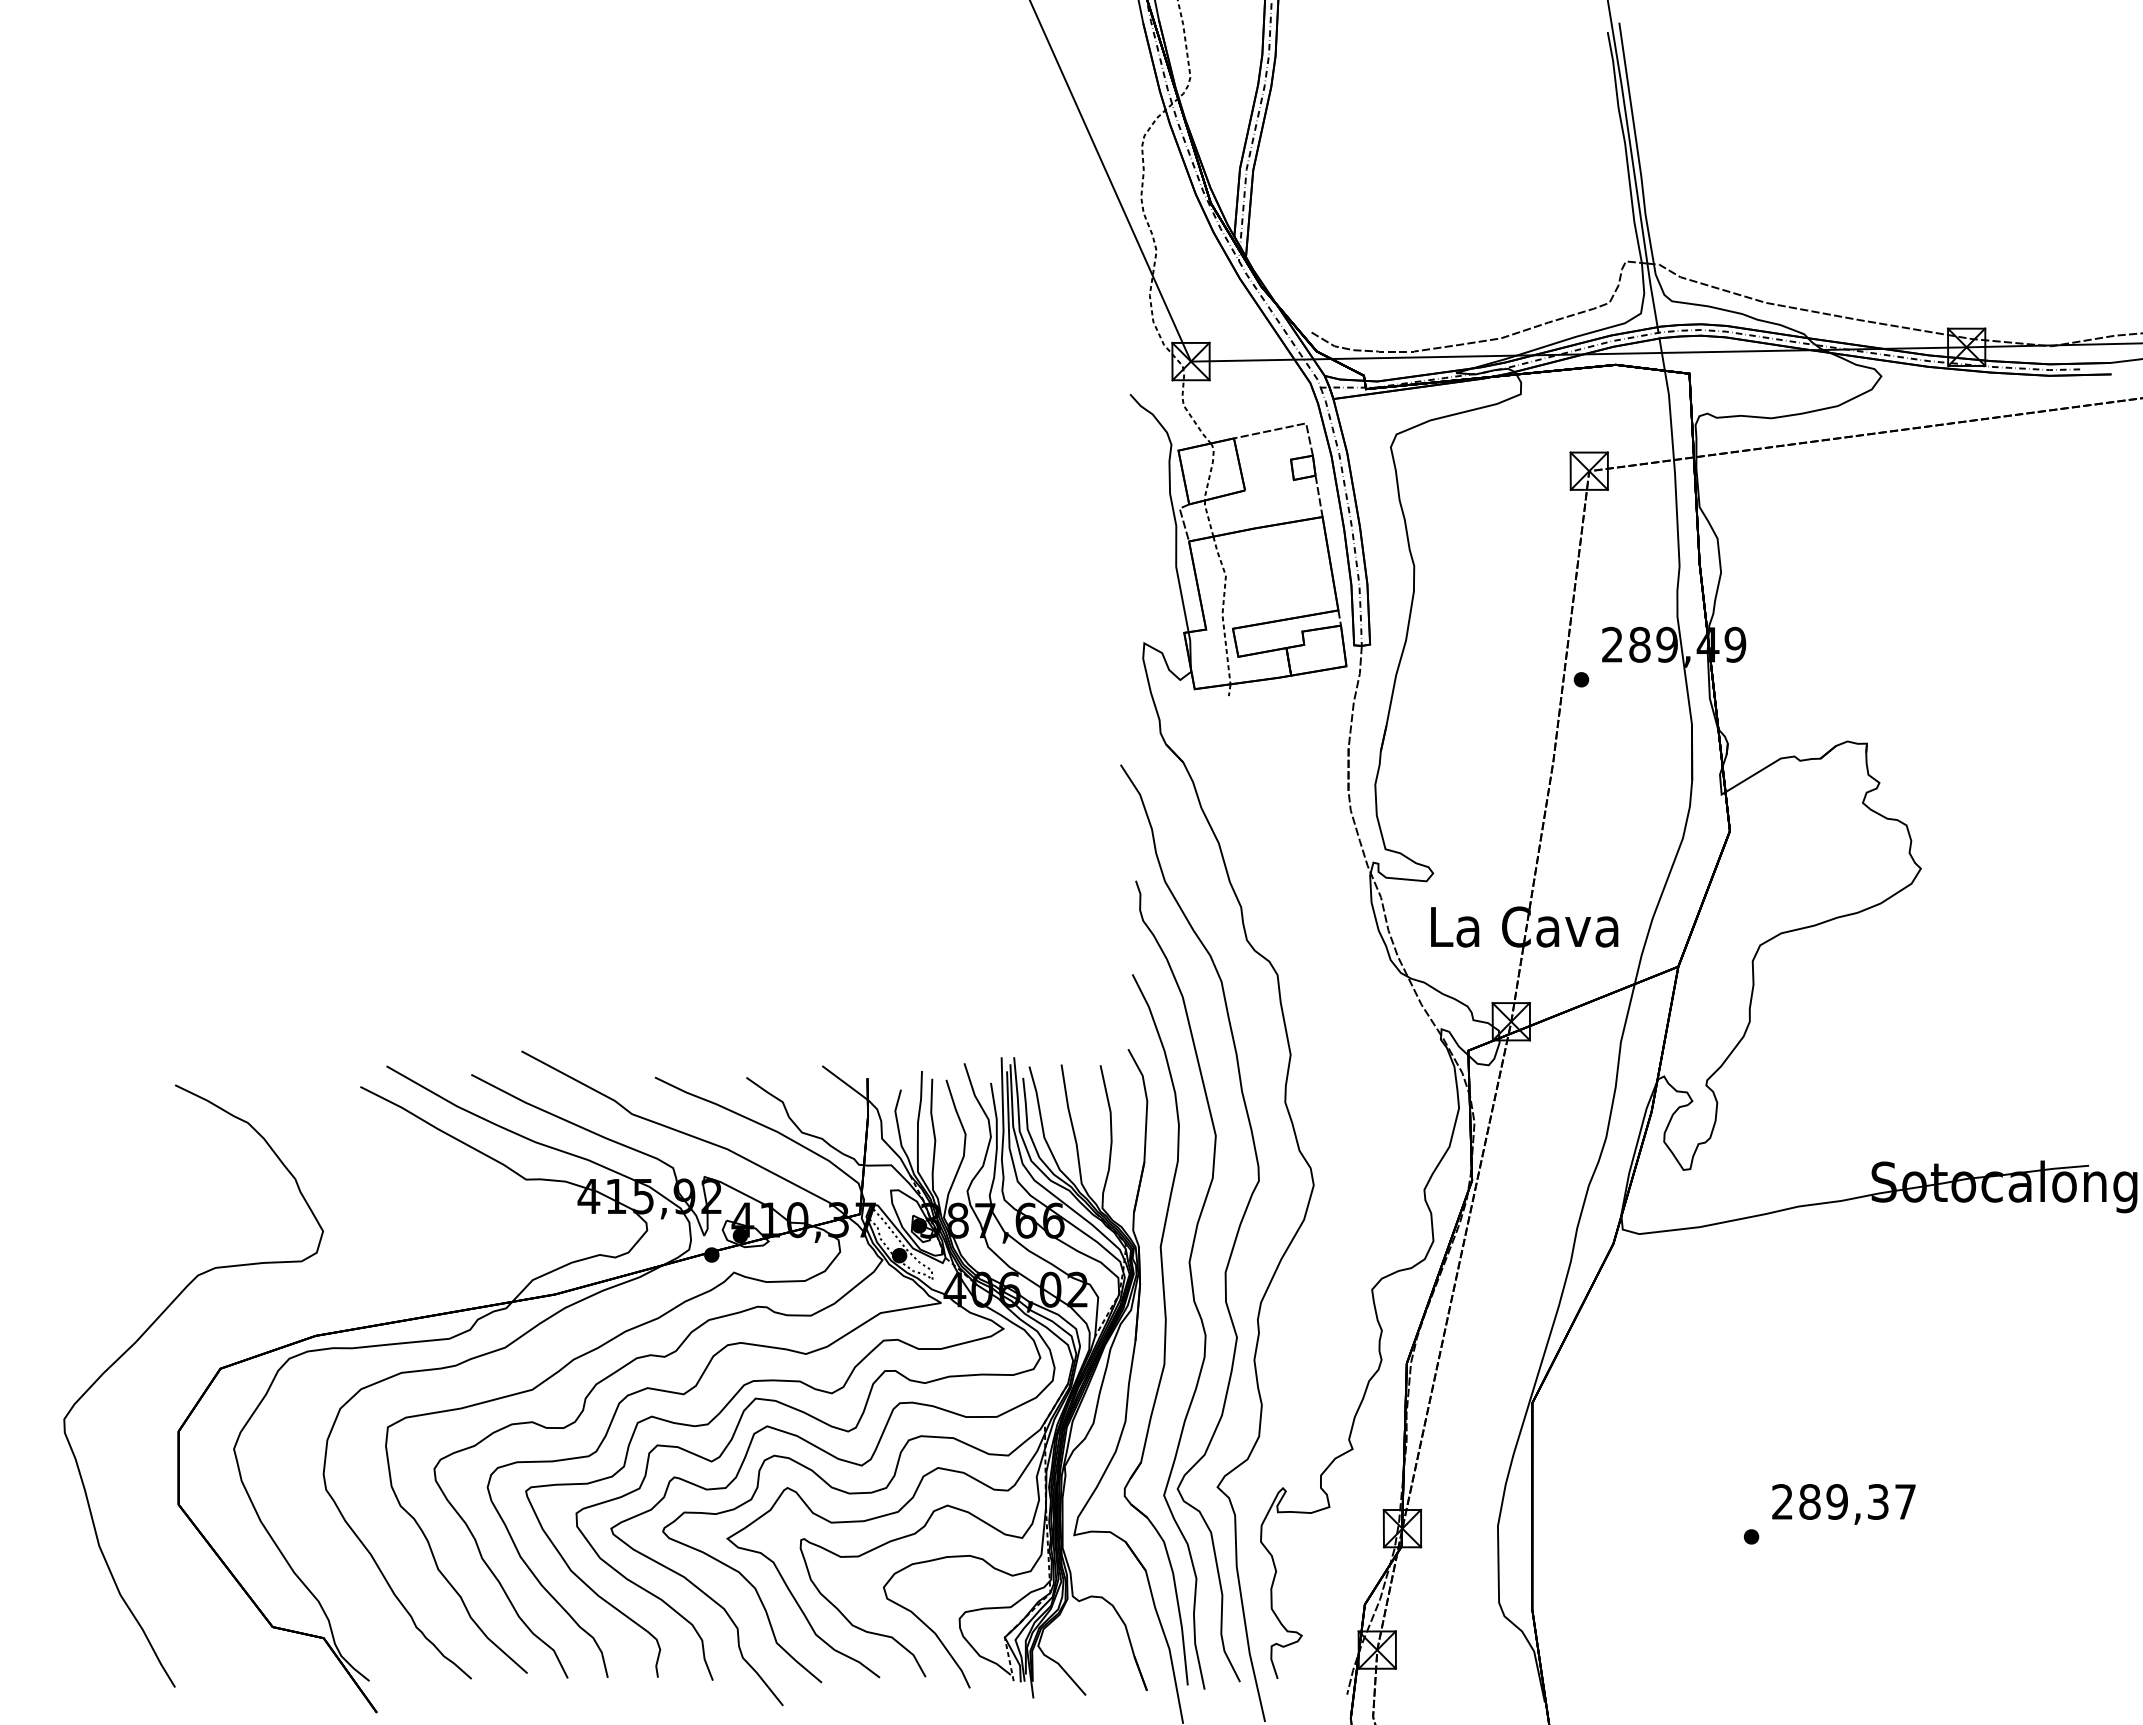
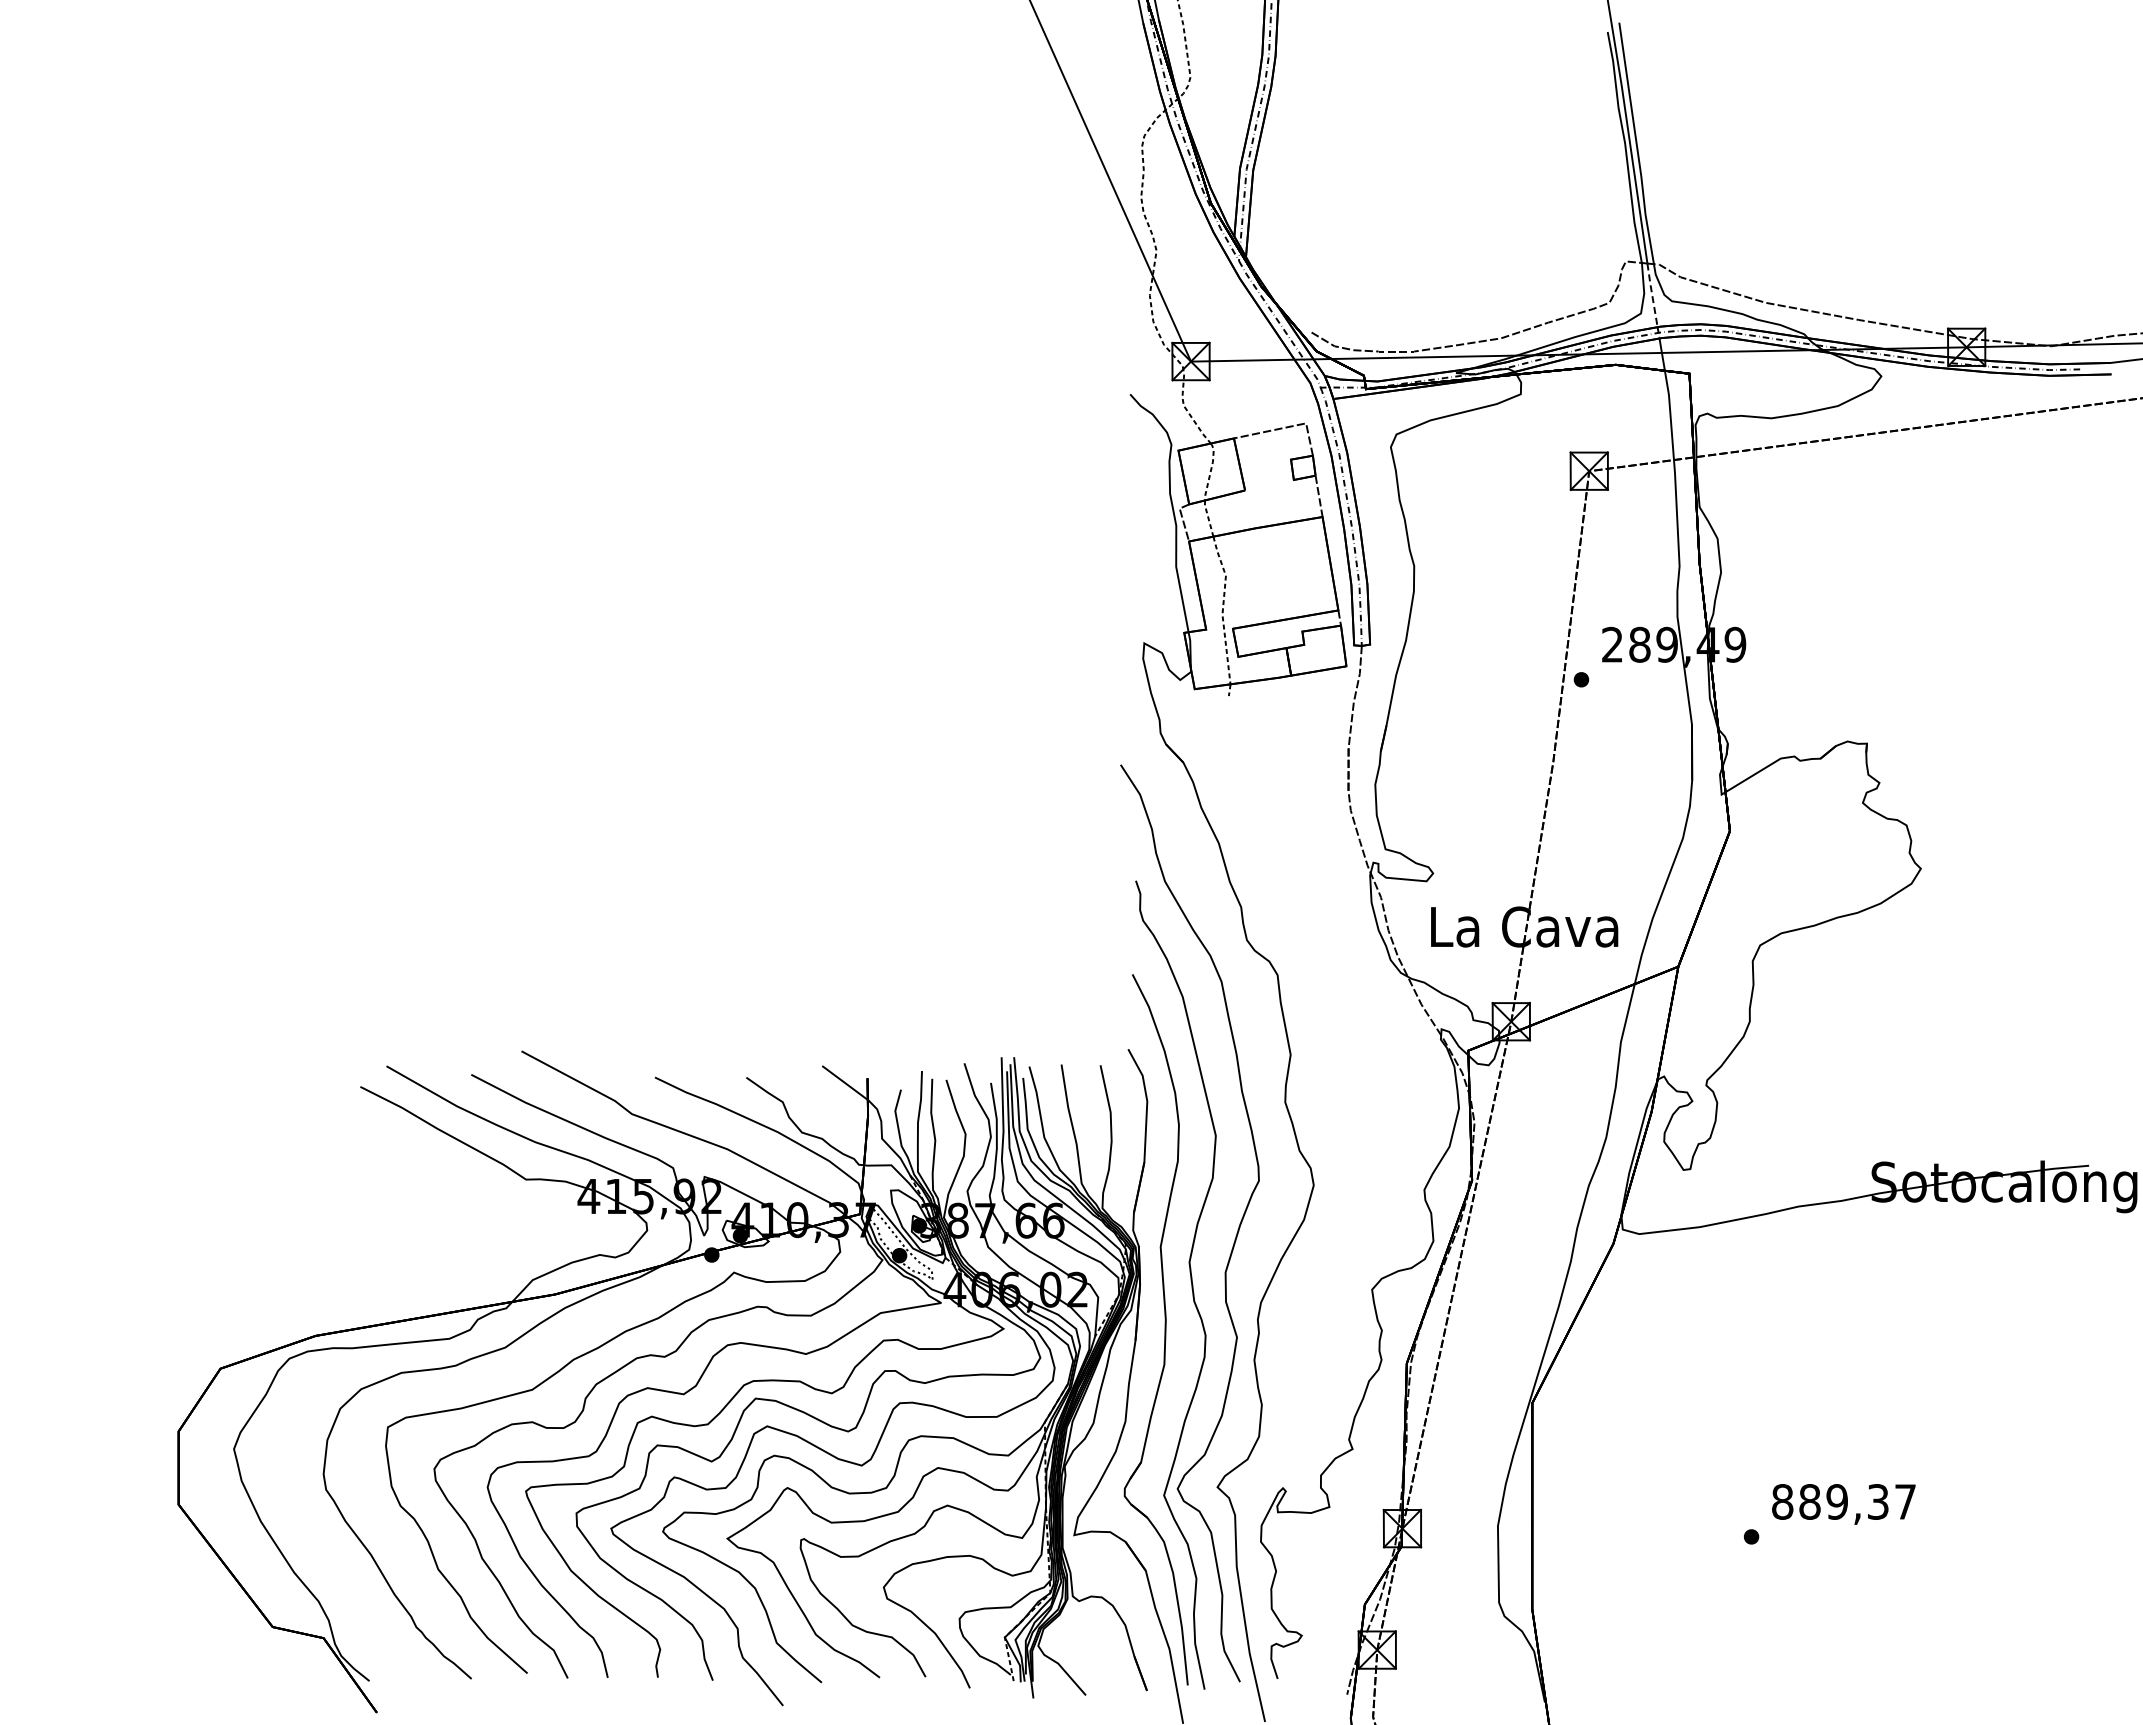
line at (1652, 295): solid -> dashed
curve at (143, 1335): present -> none
text at (1782, 1501): 289,37 -> 889,37
